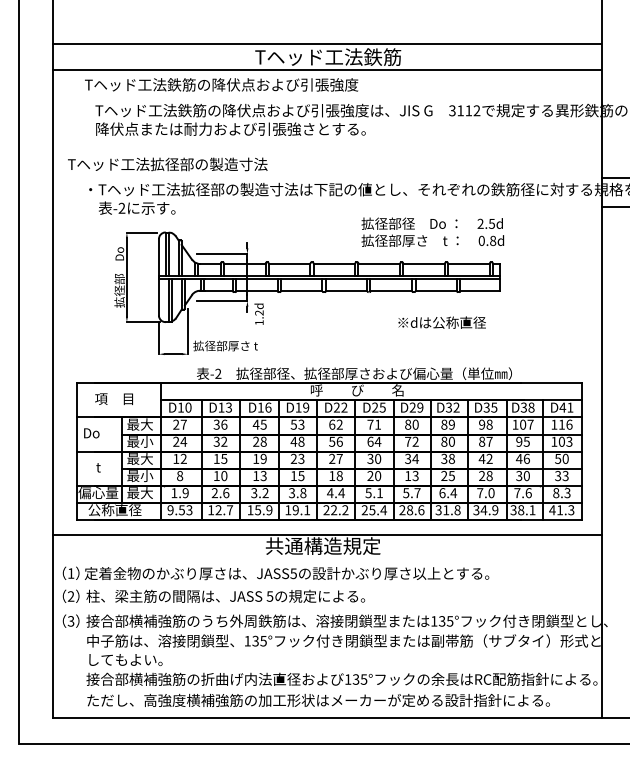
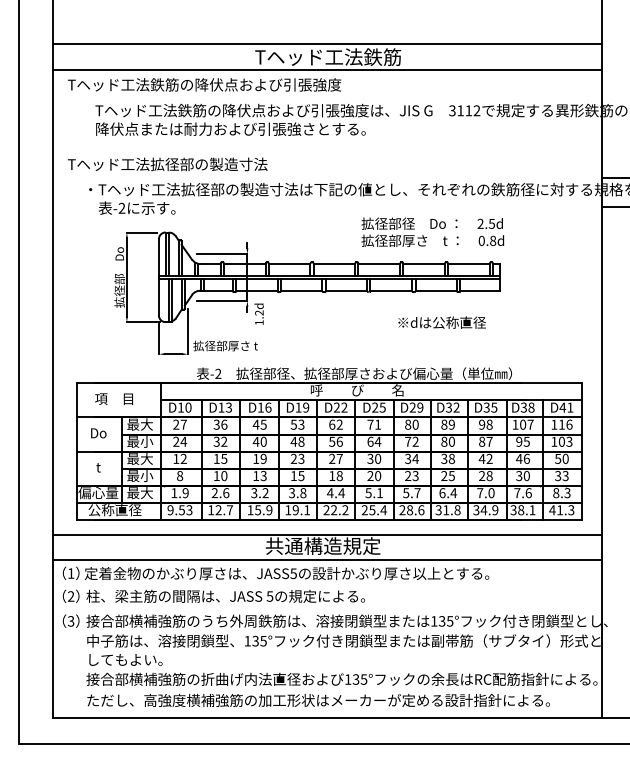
text at (221, 84) position: (221, 84) -> (204, 84)
text at (91, 433) position: (91, 433) -> (98, 433)
text at (259, 441): 28 -> 40
text at (408, 475): 13 -> 23
line at (327, 560): none -> present
